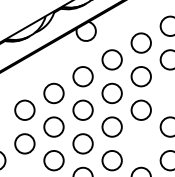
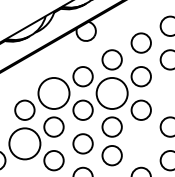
circle at (53, 93) diameter: 19 px -> 31 px
circle at (111, 93) diameter: 19 px -> 31 px
circle at (24, 143) diameter: 19 px -> 31 px
circle at (111, 160) position: (111, 160) -> (111, 155)
